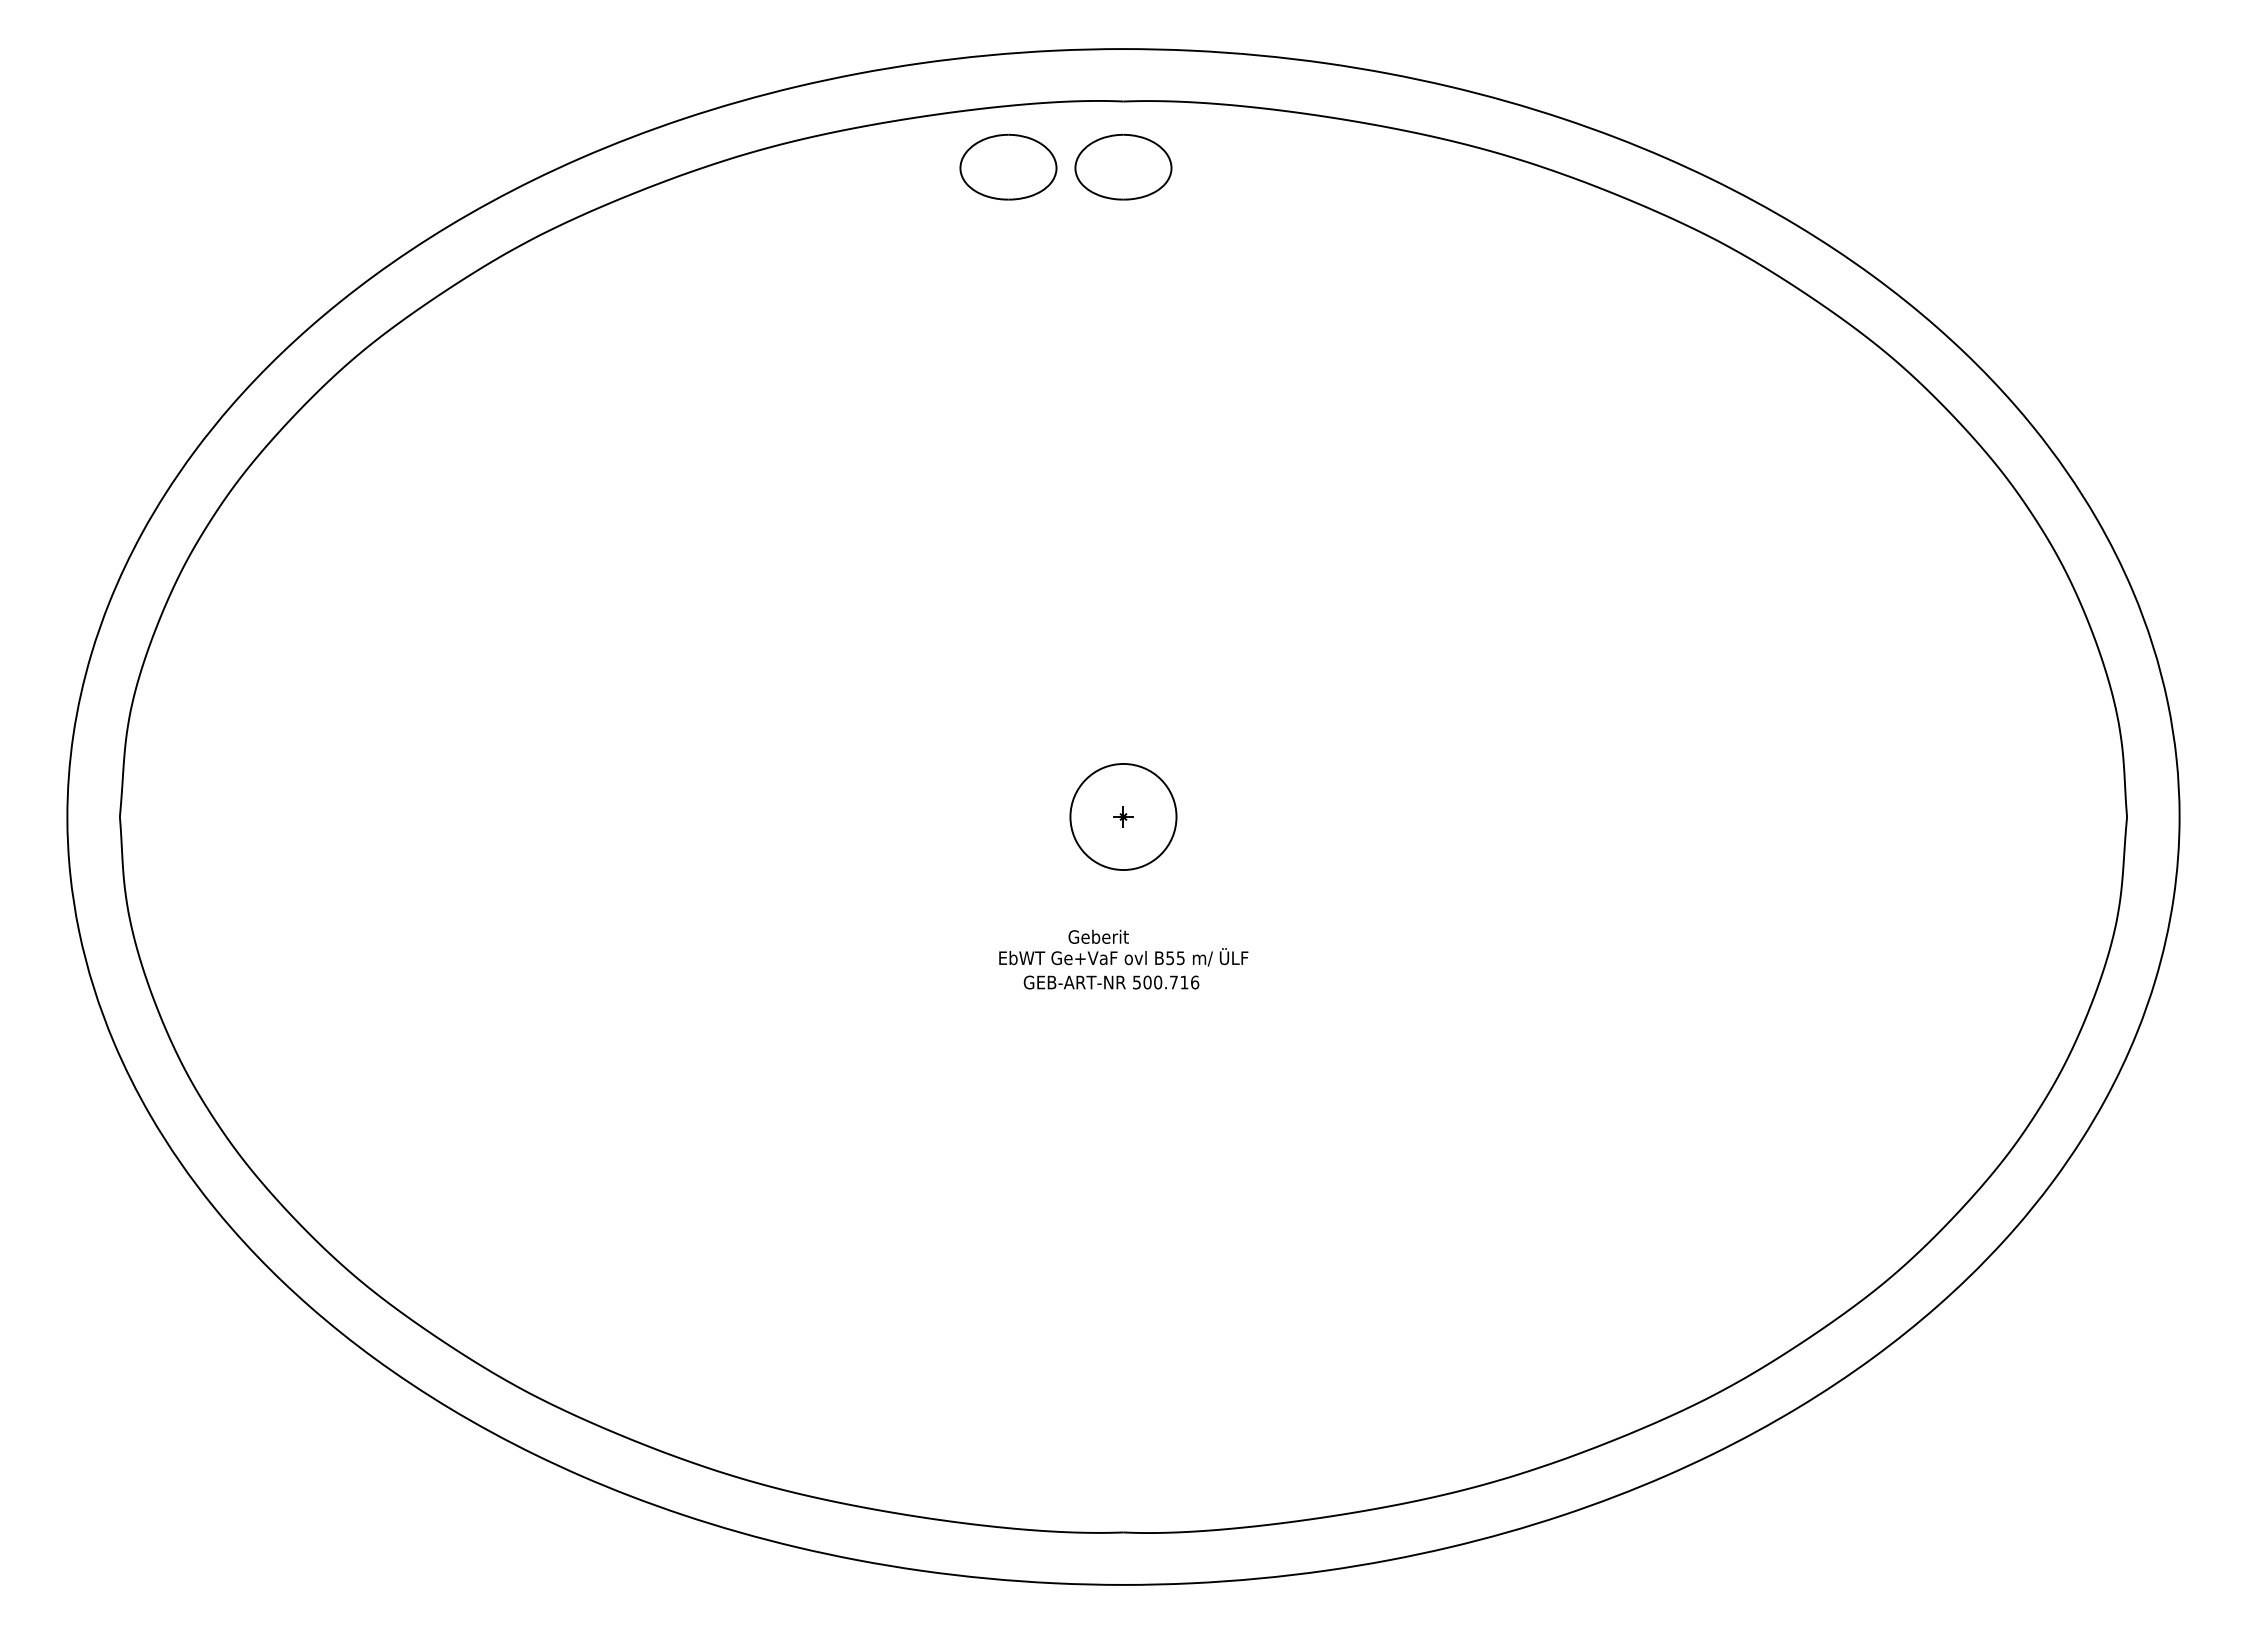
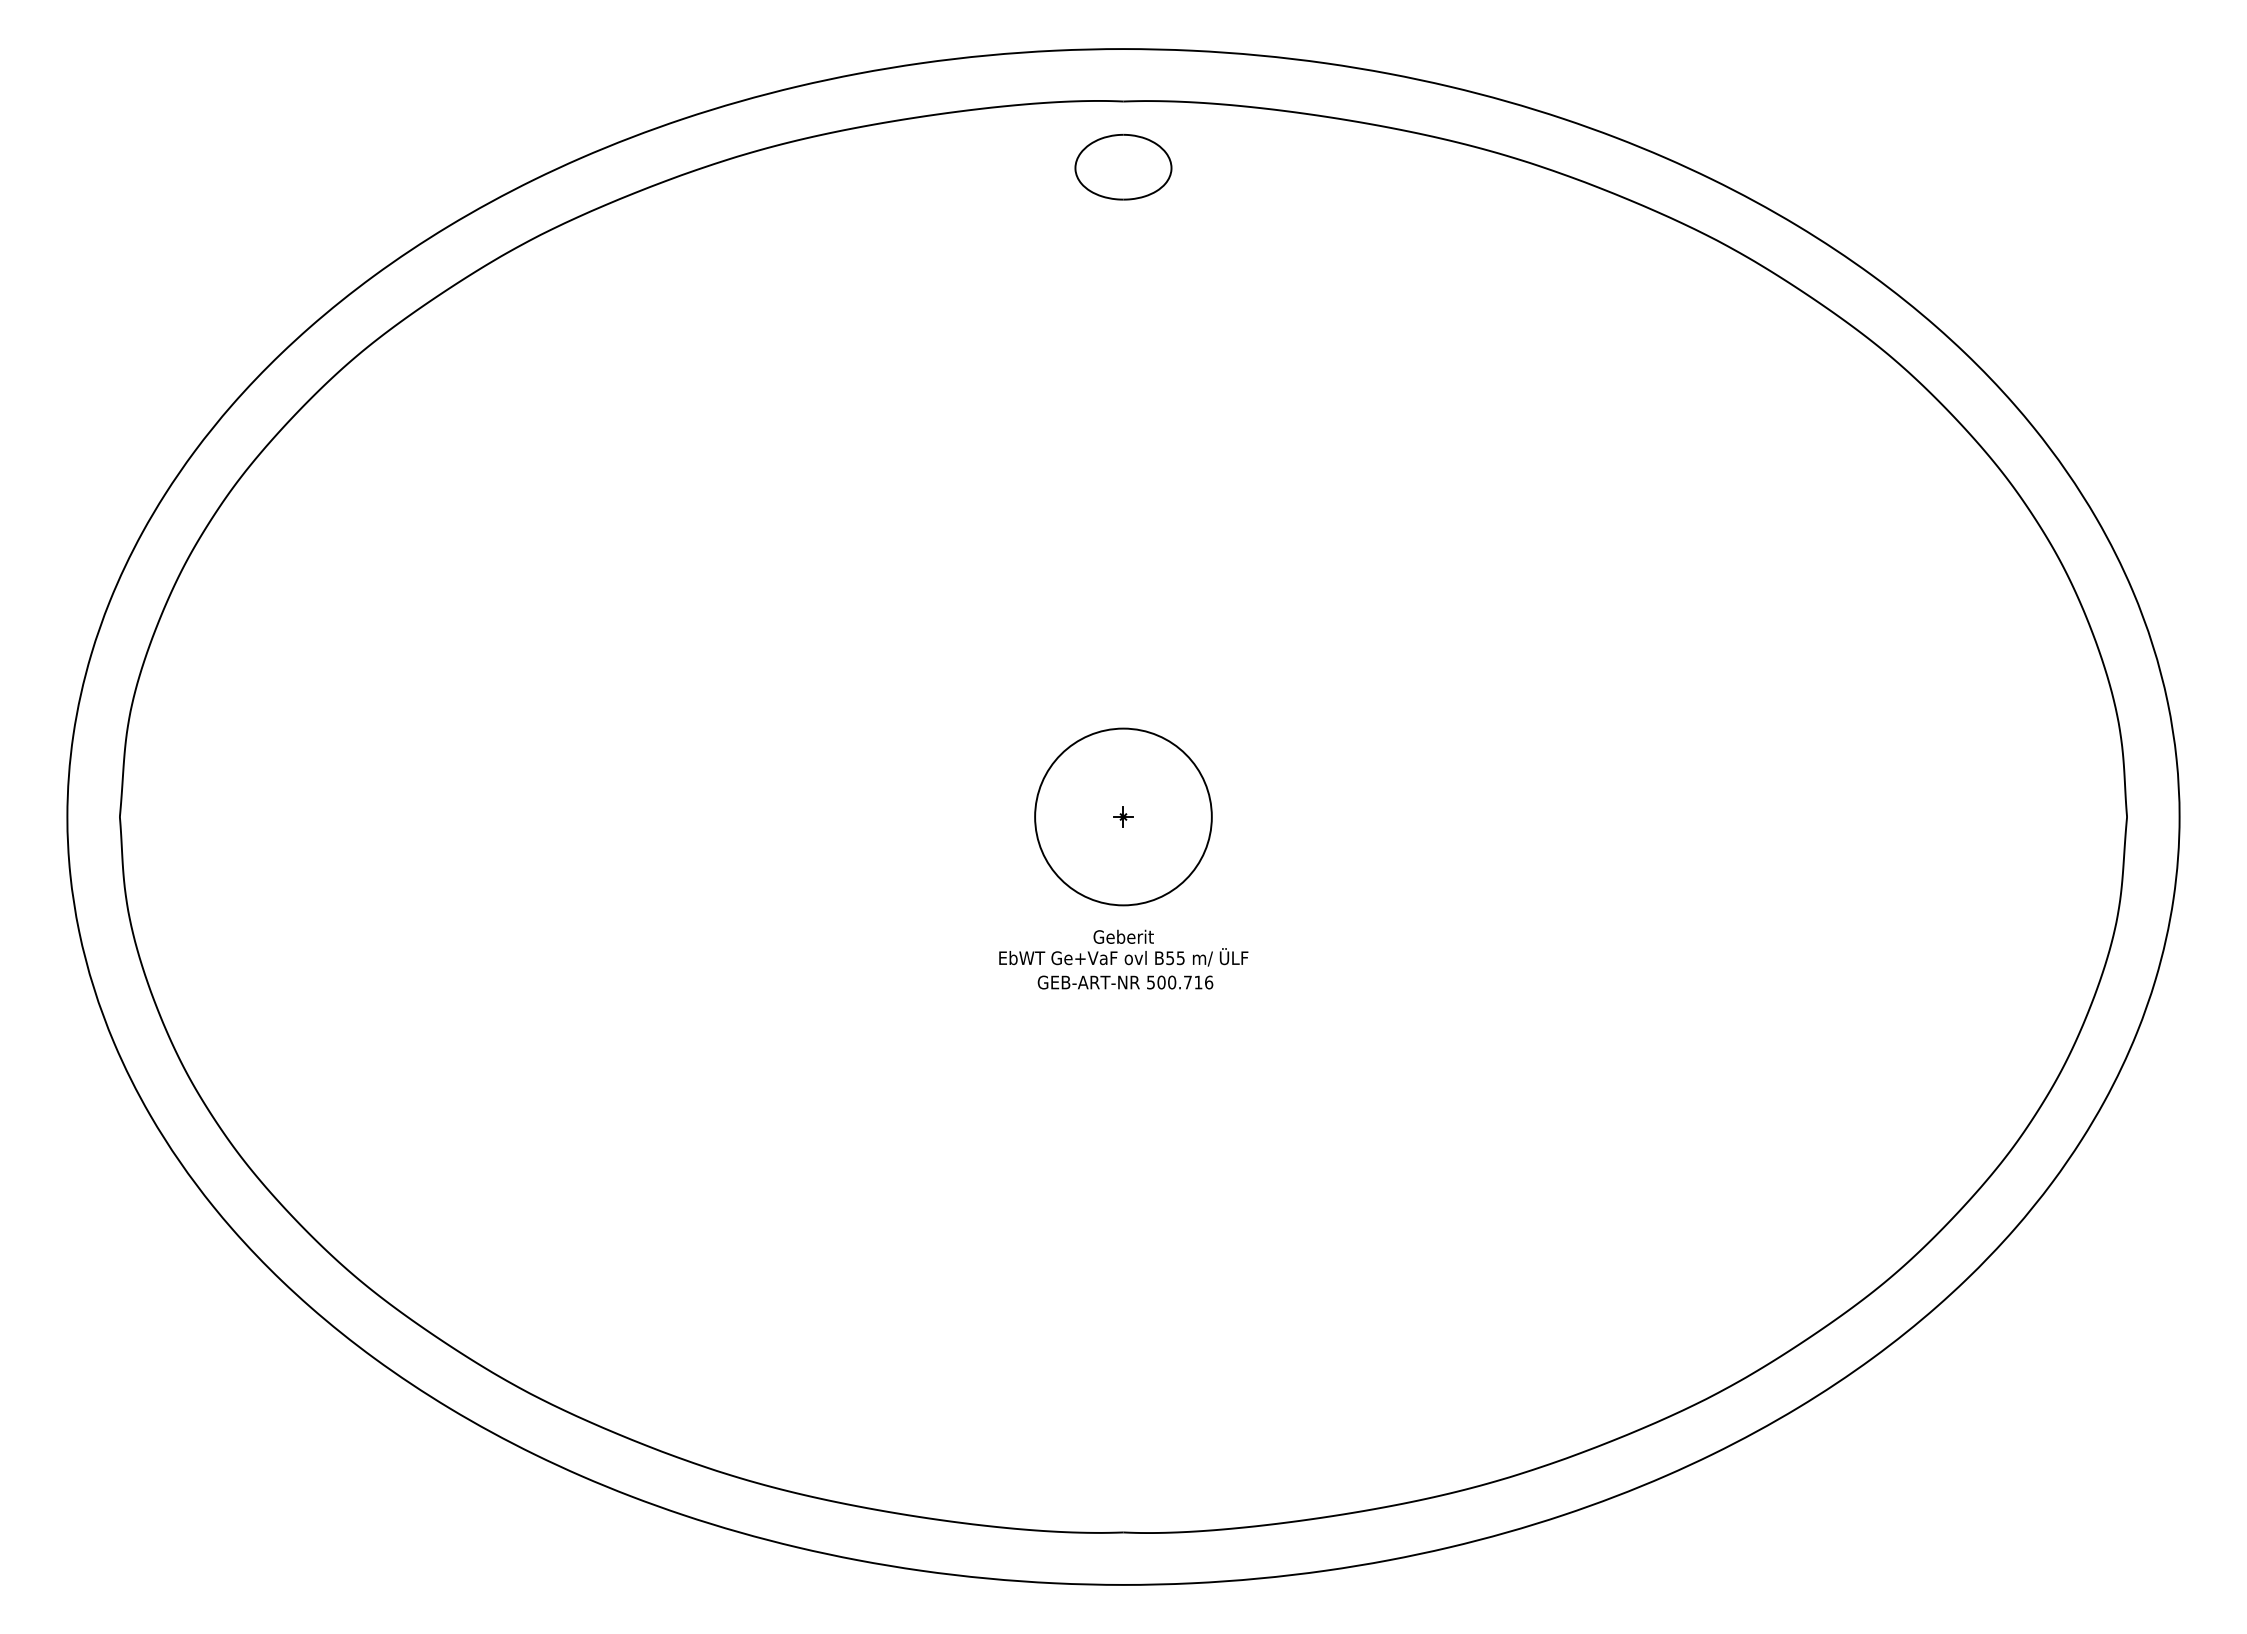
part at (1008, 166): present -> none
circle at (1123, 816) diameter: 106 px -> 177 px
text at (1098, 936) position: (1098, 936) -> (1123, 936)
text at (1111, 982) position: (1111, 982) -> (1125, 982)
